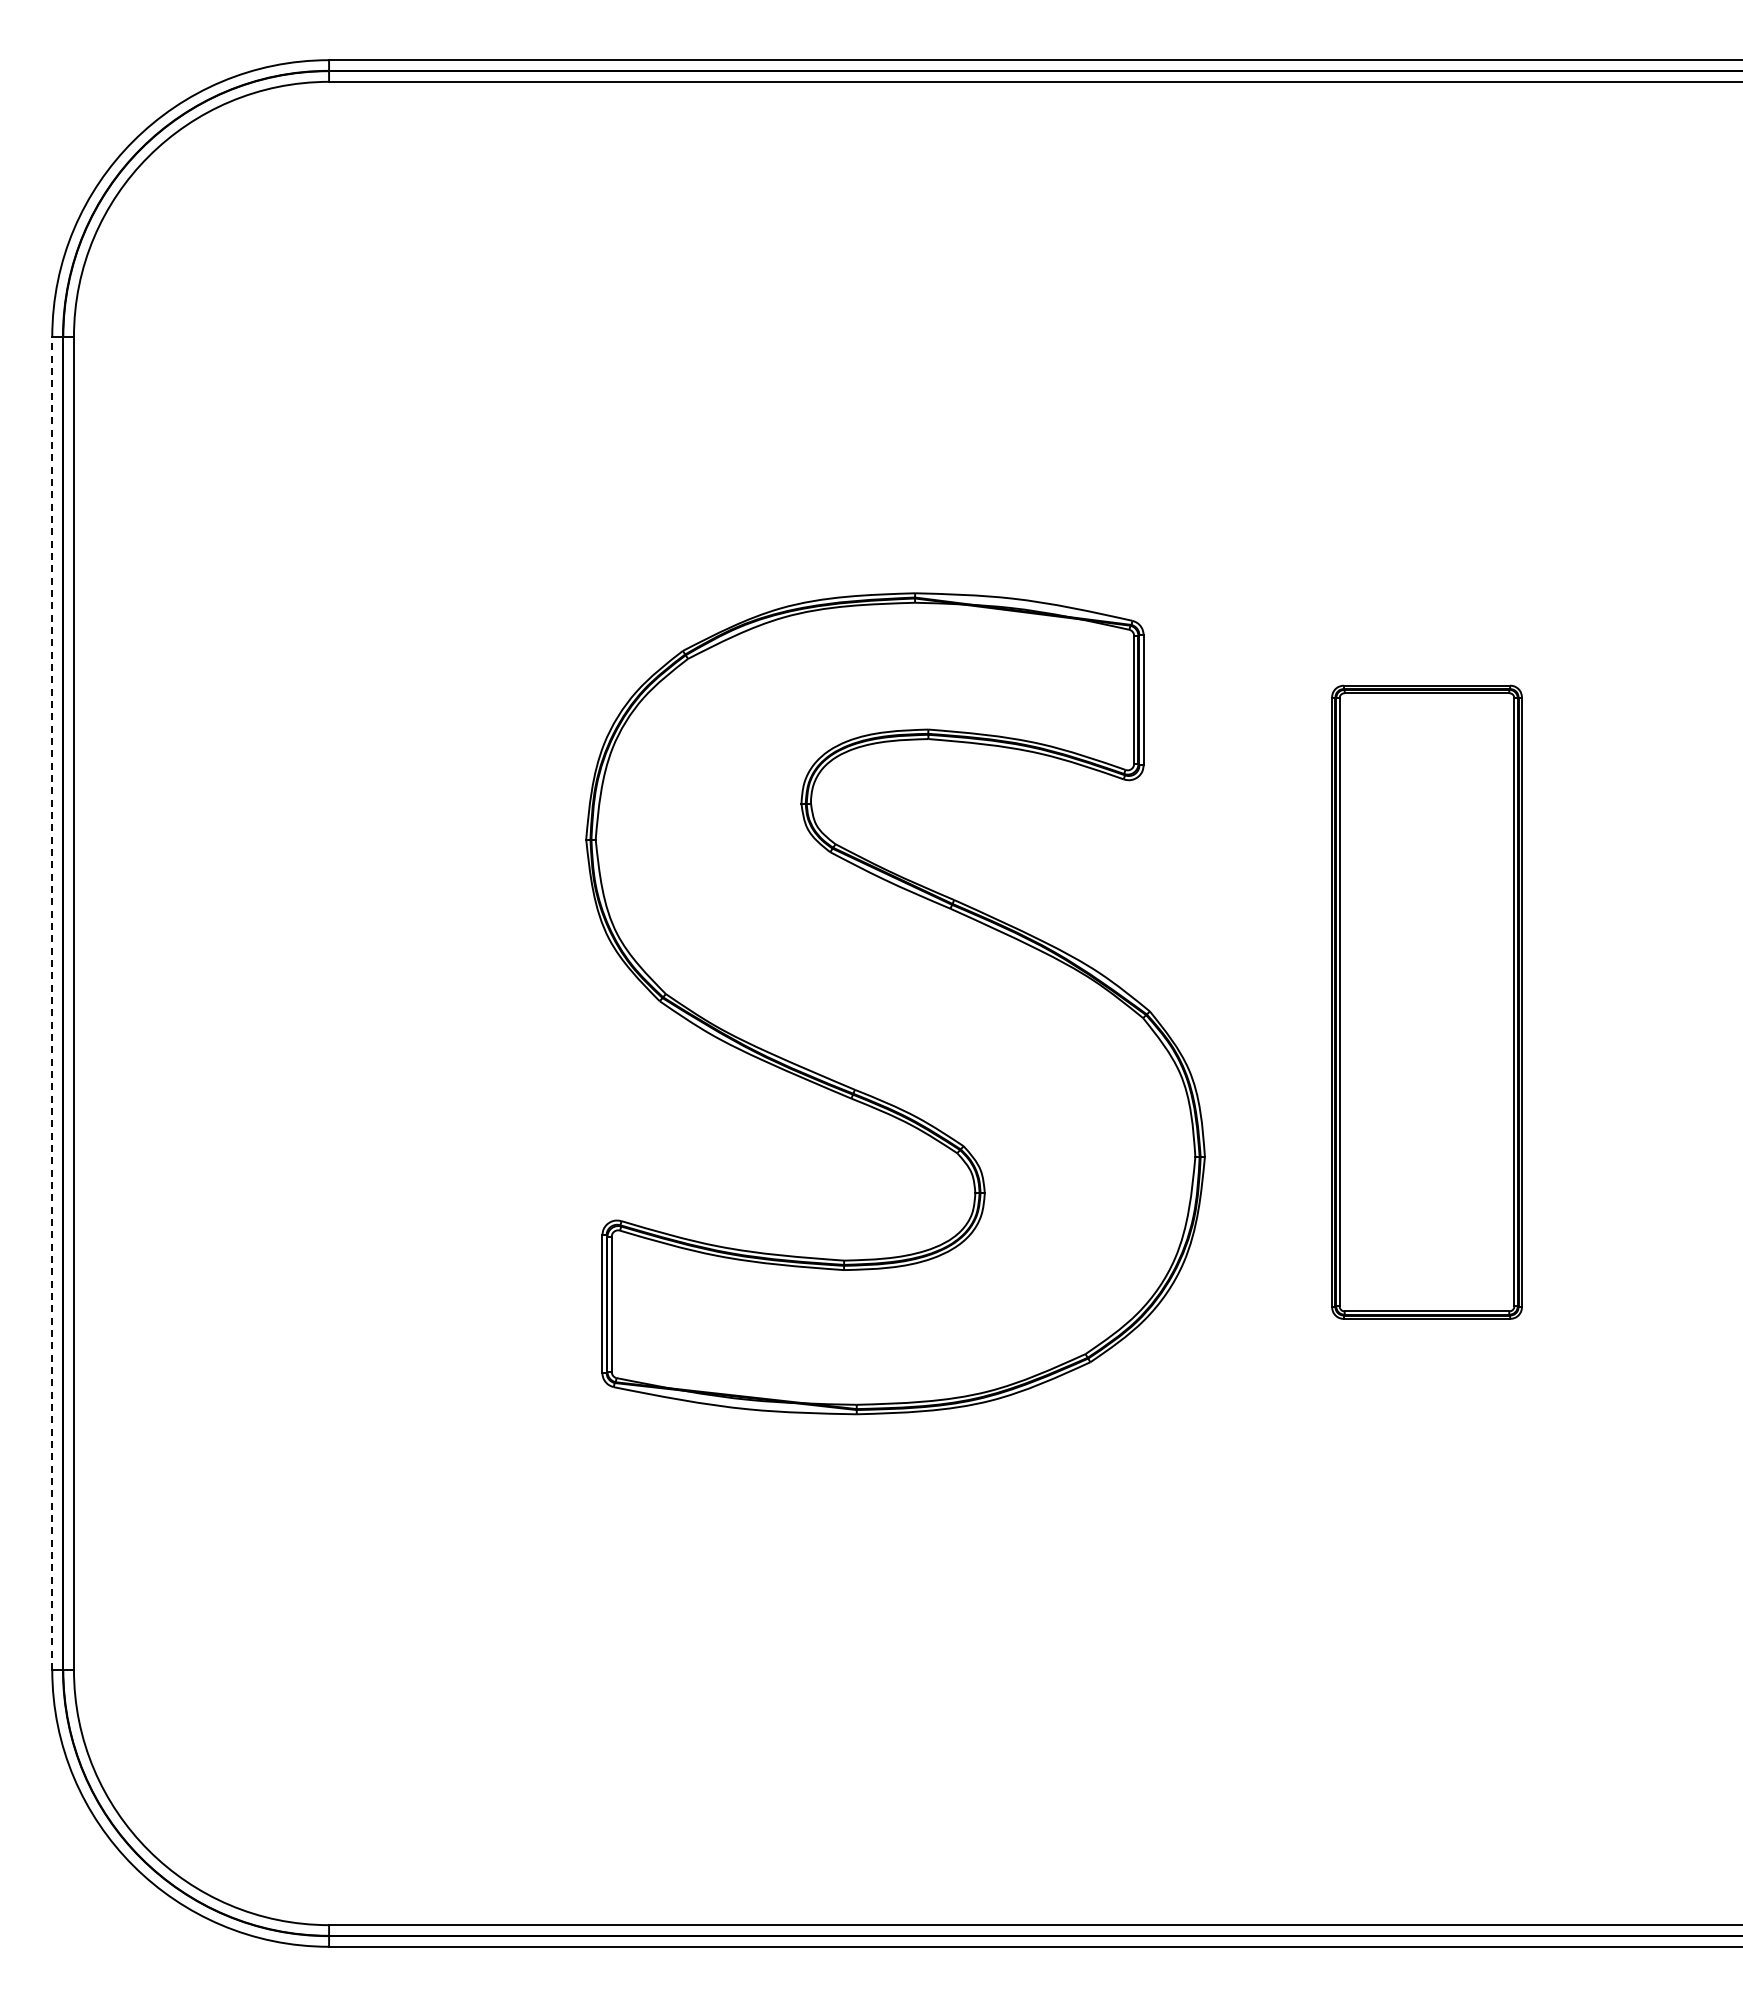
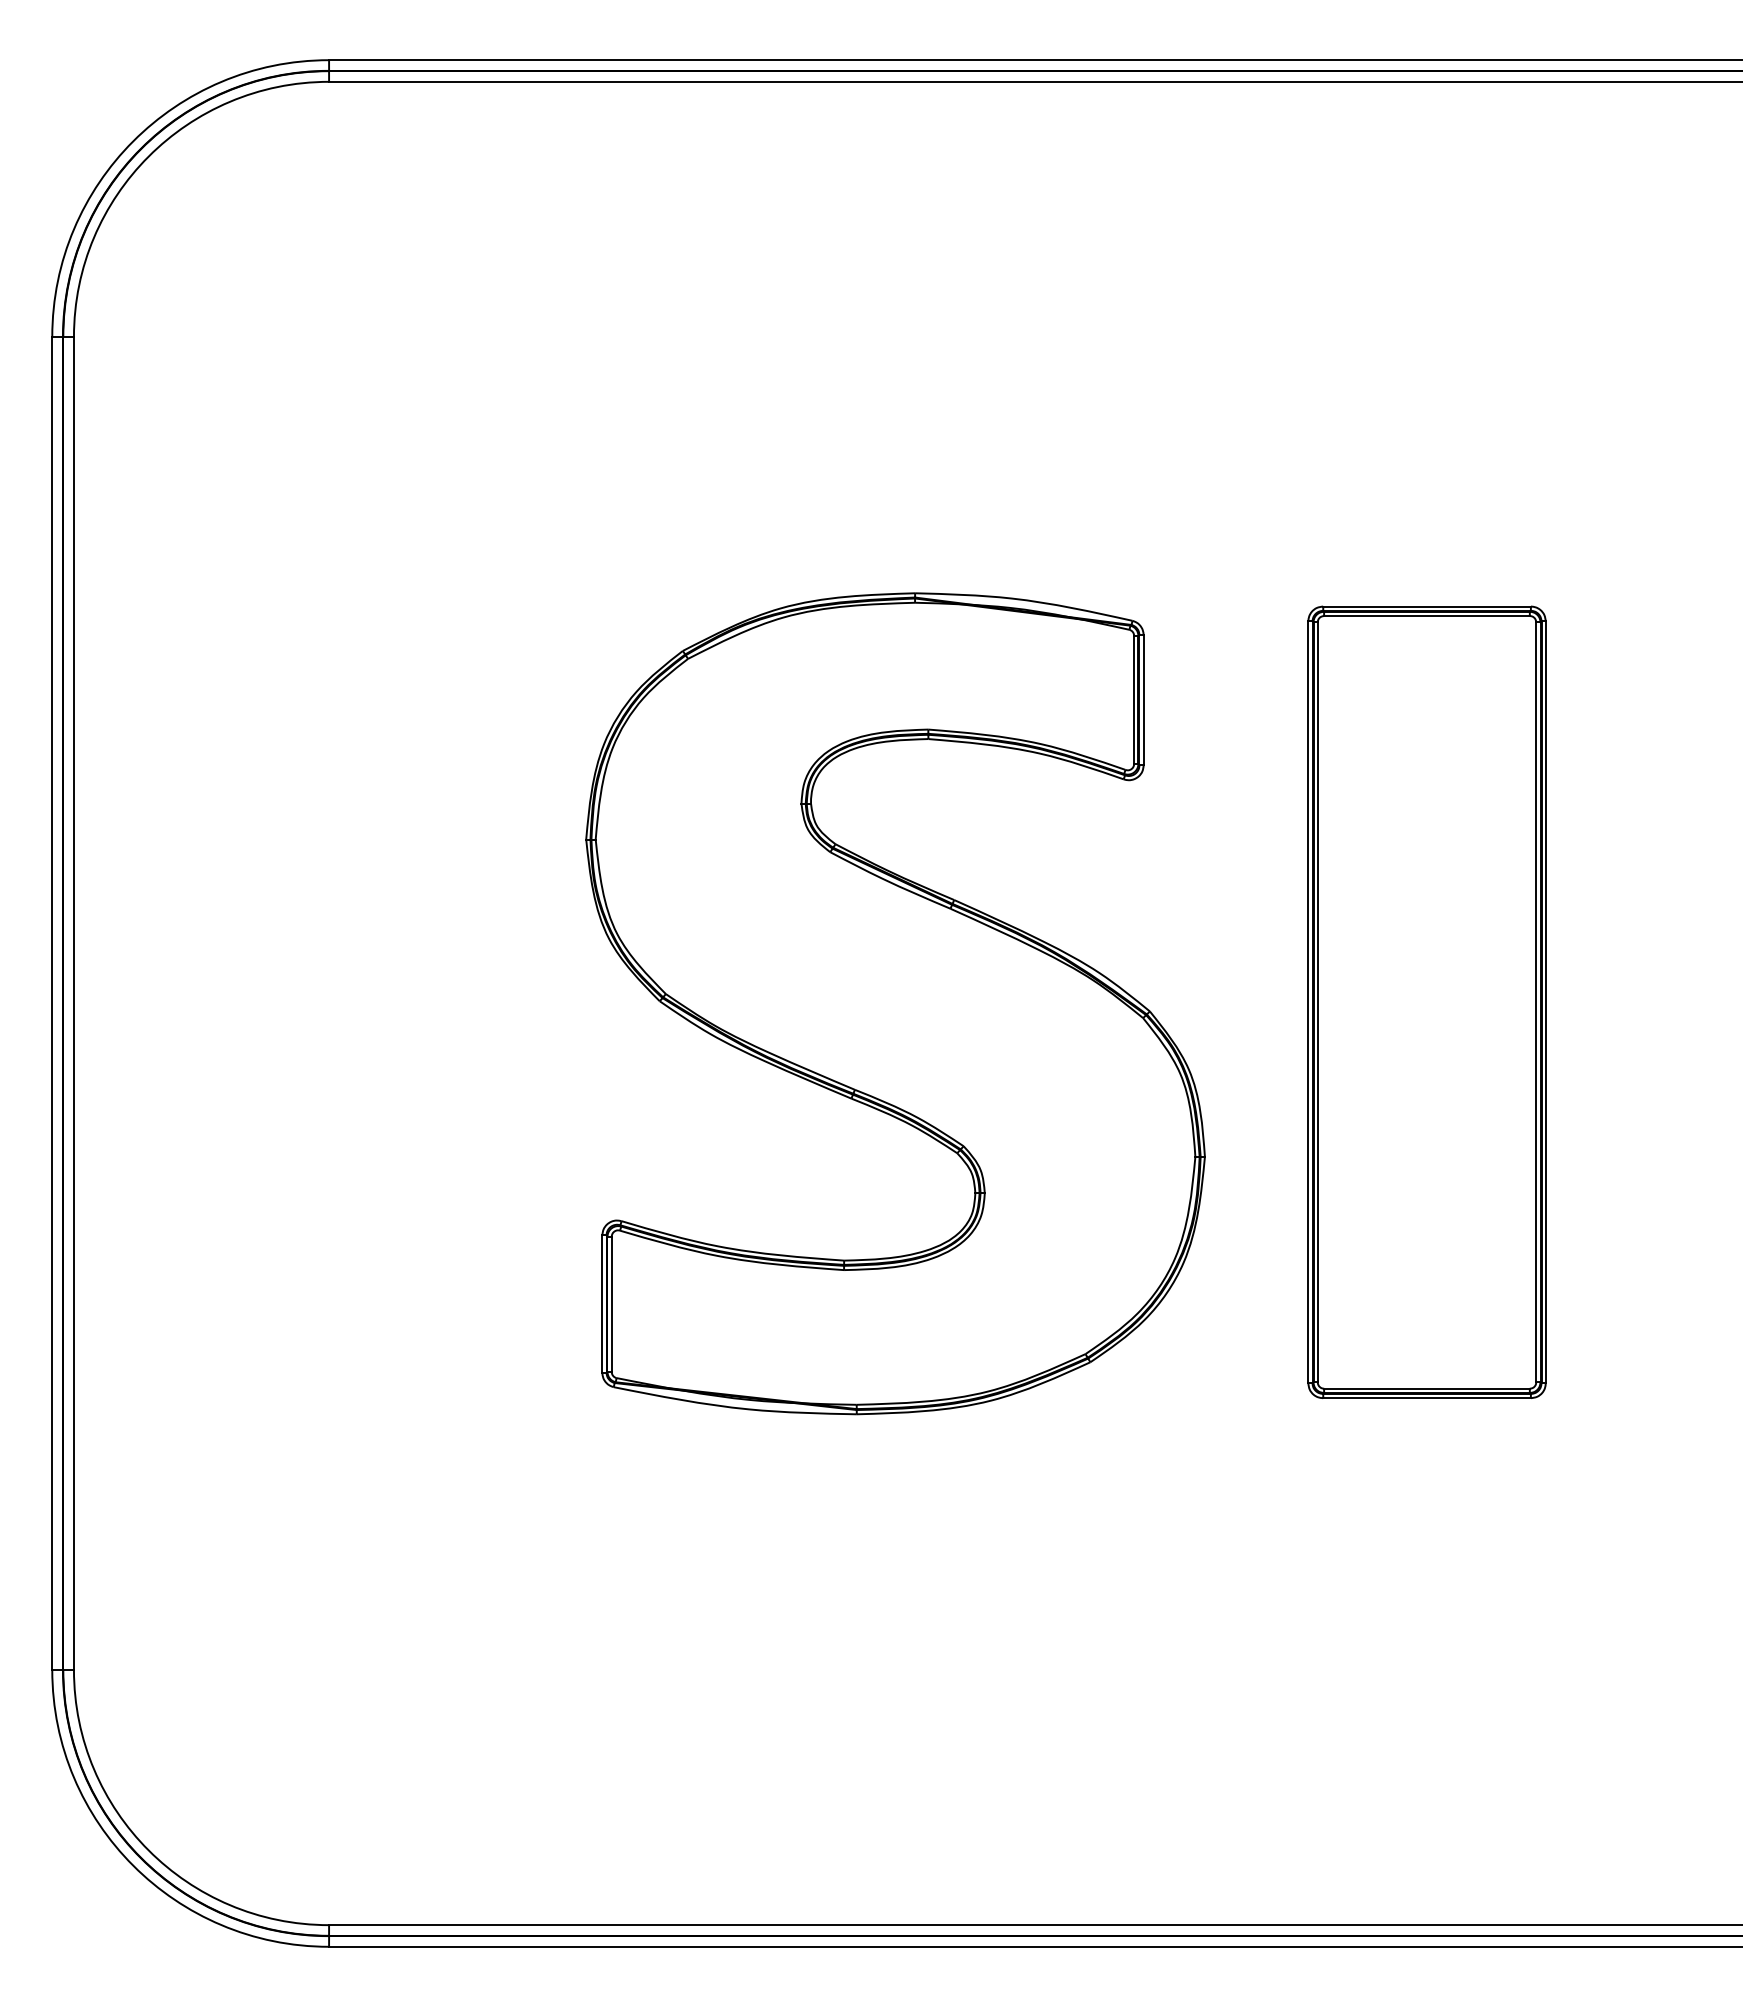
part at (1426, 1001) size: 192x636 px -> 240x794 px
line at (52, 1003): dashed -> solid
